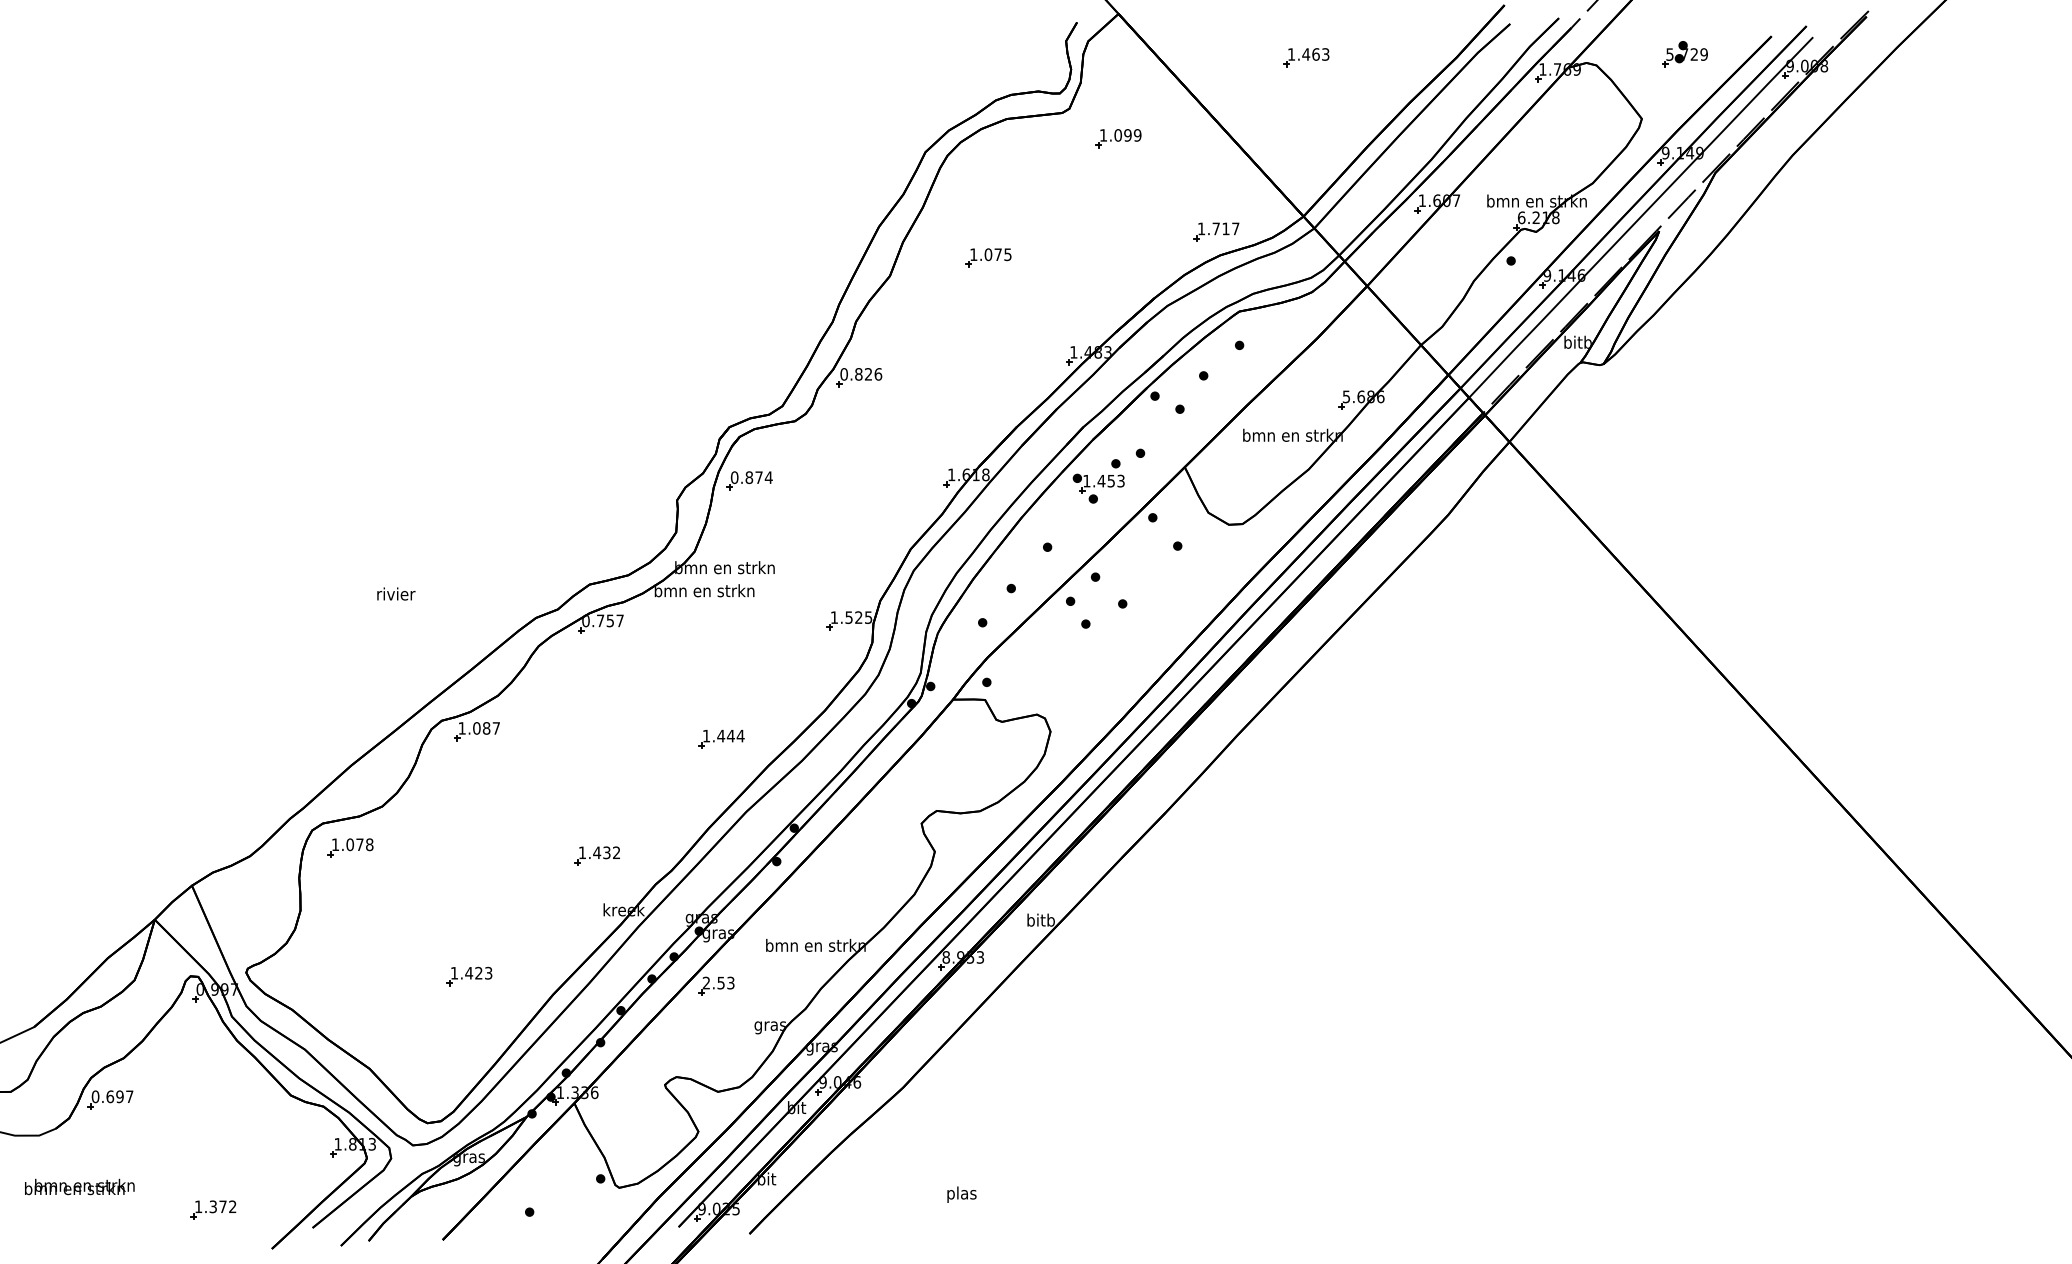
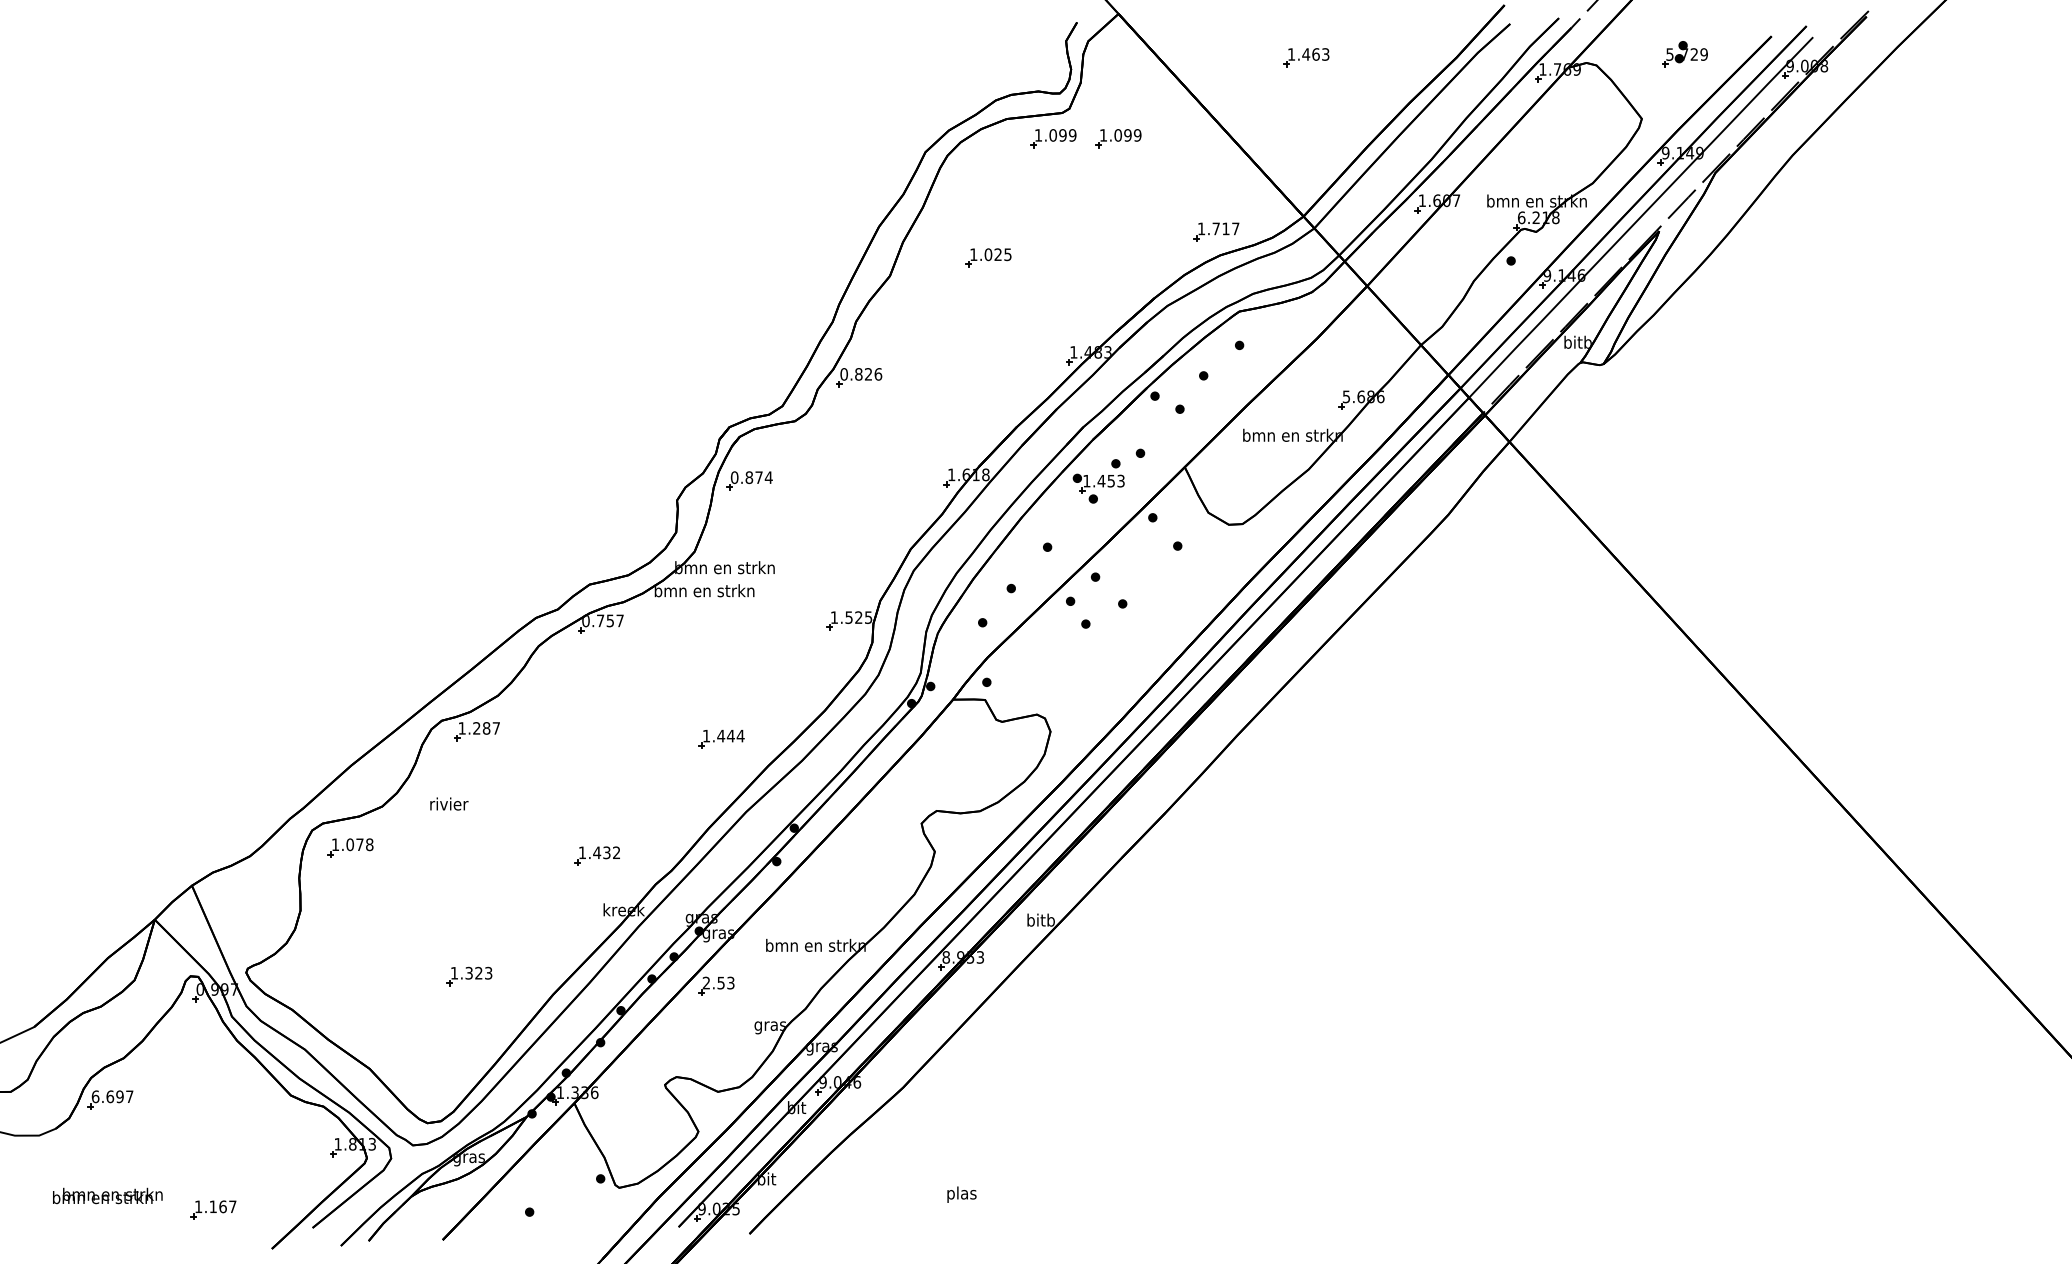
part at (1053, 138): none -> present
text at (997, 254): 1.075 -> 1.025
text at (396, 593) position: (396, 593) -> (449, 803)
text at (476, 728): 1.087 -> 1.287
text at (469, 972): 1.423 -> 1.323
text at (95, 1096): 0.697 -> 6.697
text at (79, 1186) position: (79, 1186) -> (107, 1195)
text at (222, 1206): 1.372 -> 1.167
